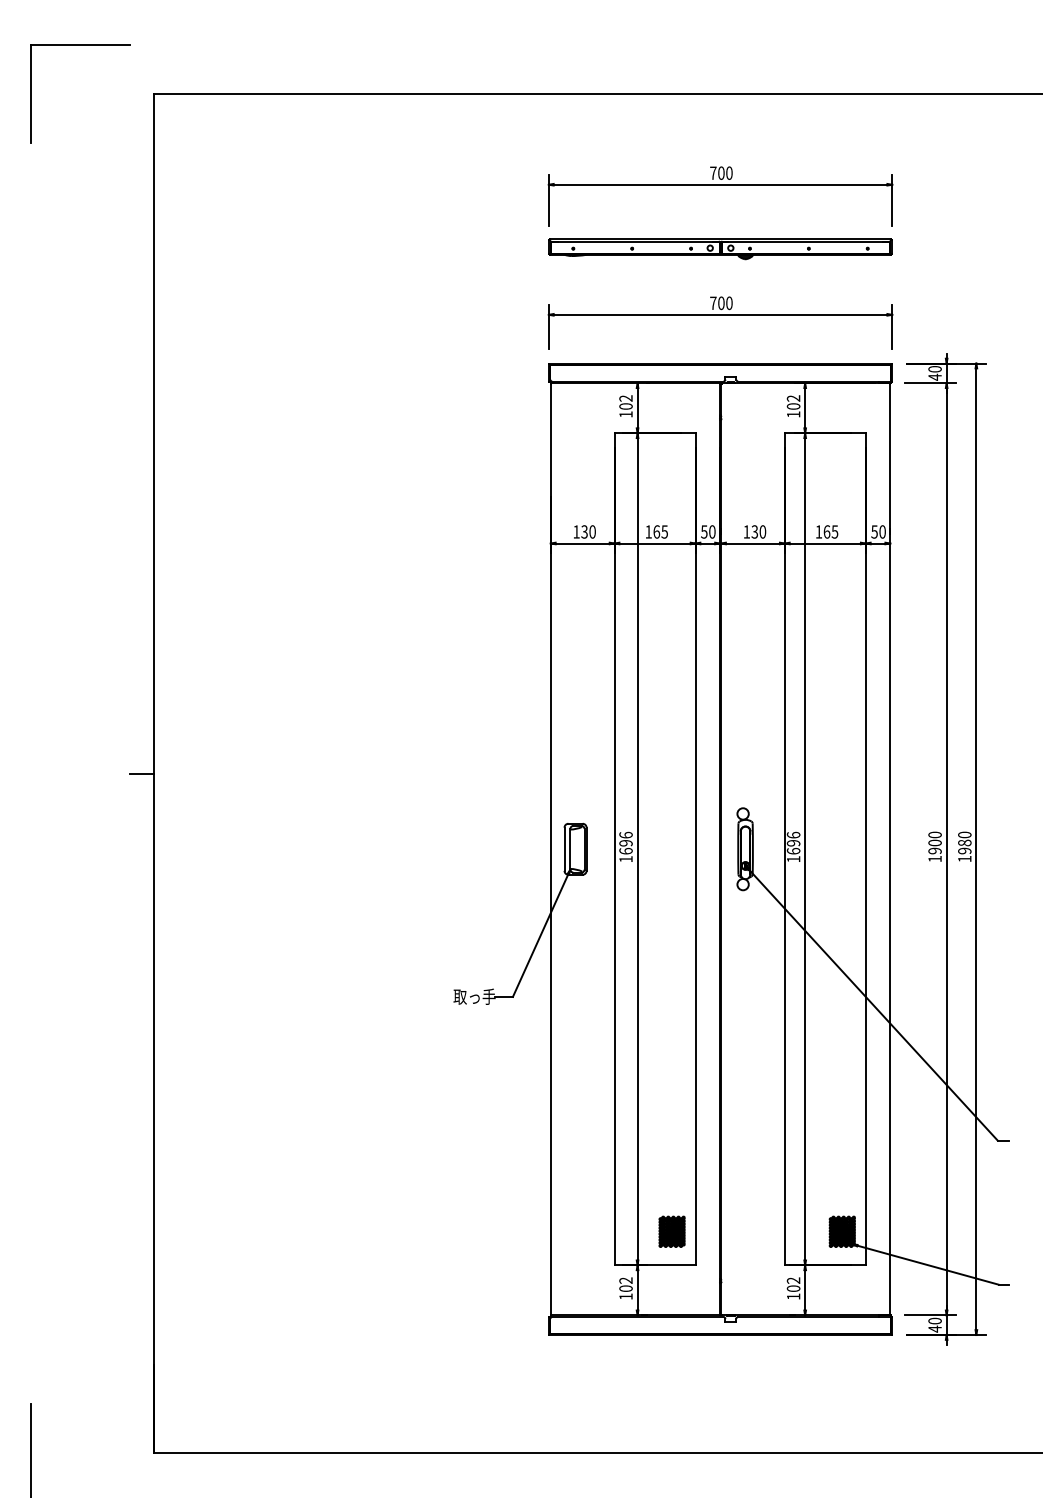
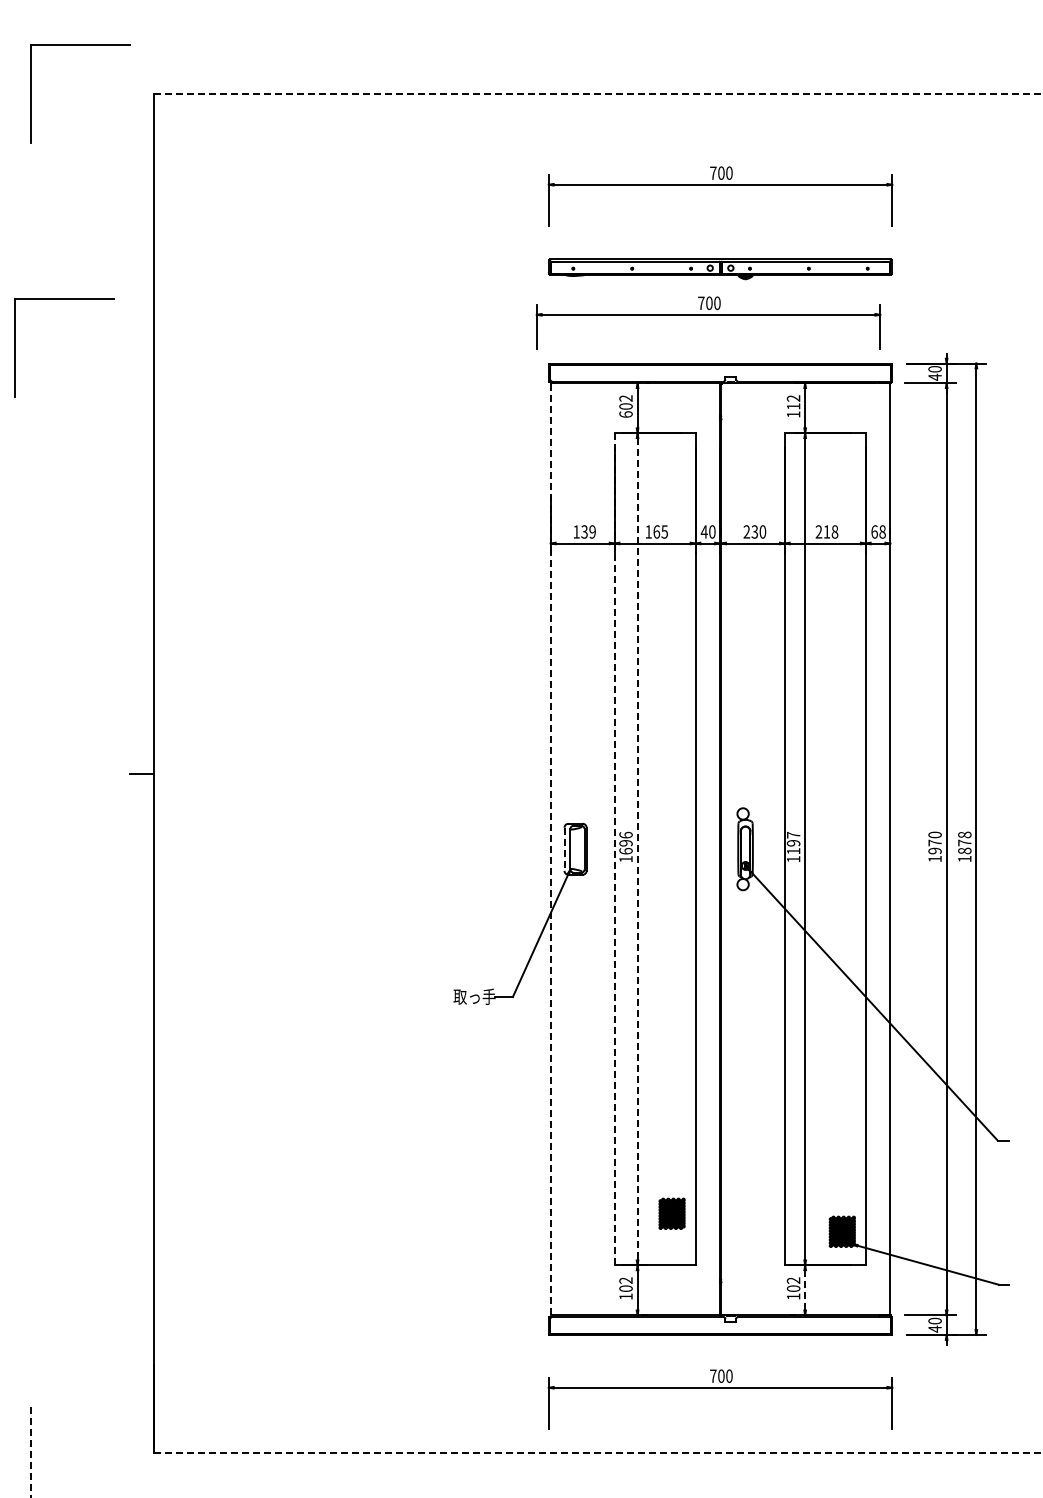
line at (598, 94): solid -> dashed
part at (720, 249) position: (720, 249) -> (720, 269)
part at (64, 299): none -> present
part at (720, 315) position: (720, 315) -> (708, 315)
text at (793, 406): 102 -> 112
text at (625, 414): 102 -> 602
text at (592, 531): 130 -> 139
text at (703, 531): 50 -> 40
text at (746, 531): 130 -> 230
text at (826, 531): 165 -> 218
text at (878, 531): 50 -> 68
text at (793, 842): 1696 -> 1197
text at (934, 842): 1900 -> 1970
text at (964, 842): 1980 -> 1878
line at (614, 848): solid -> dashed
line at (550, 849): solid -> dashed
line at (564, 849): solid -> dashed
line at (637, 849): solid -> dashed
part at (671, 1231) position: (671, 1231) -> (671, 1213)
line at (805, 1290): solid -> dashed
part at (720, 1388): none -> present
line at (31, 1450): solid -> dashed
line at (598, 1453): solid -> dashed
